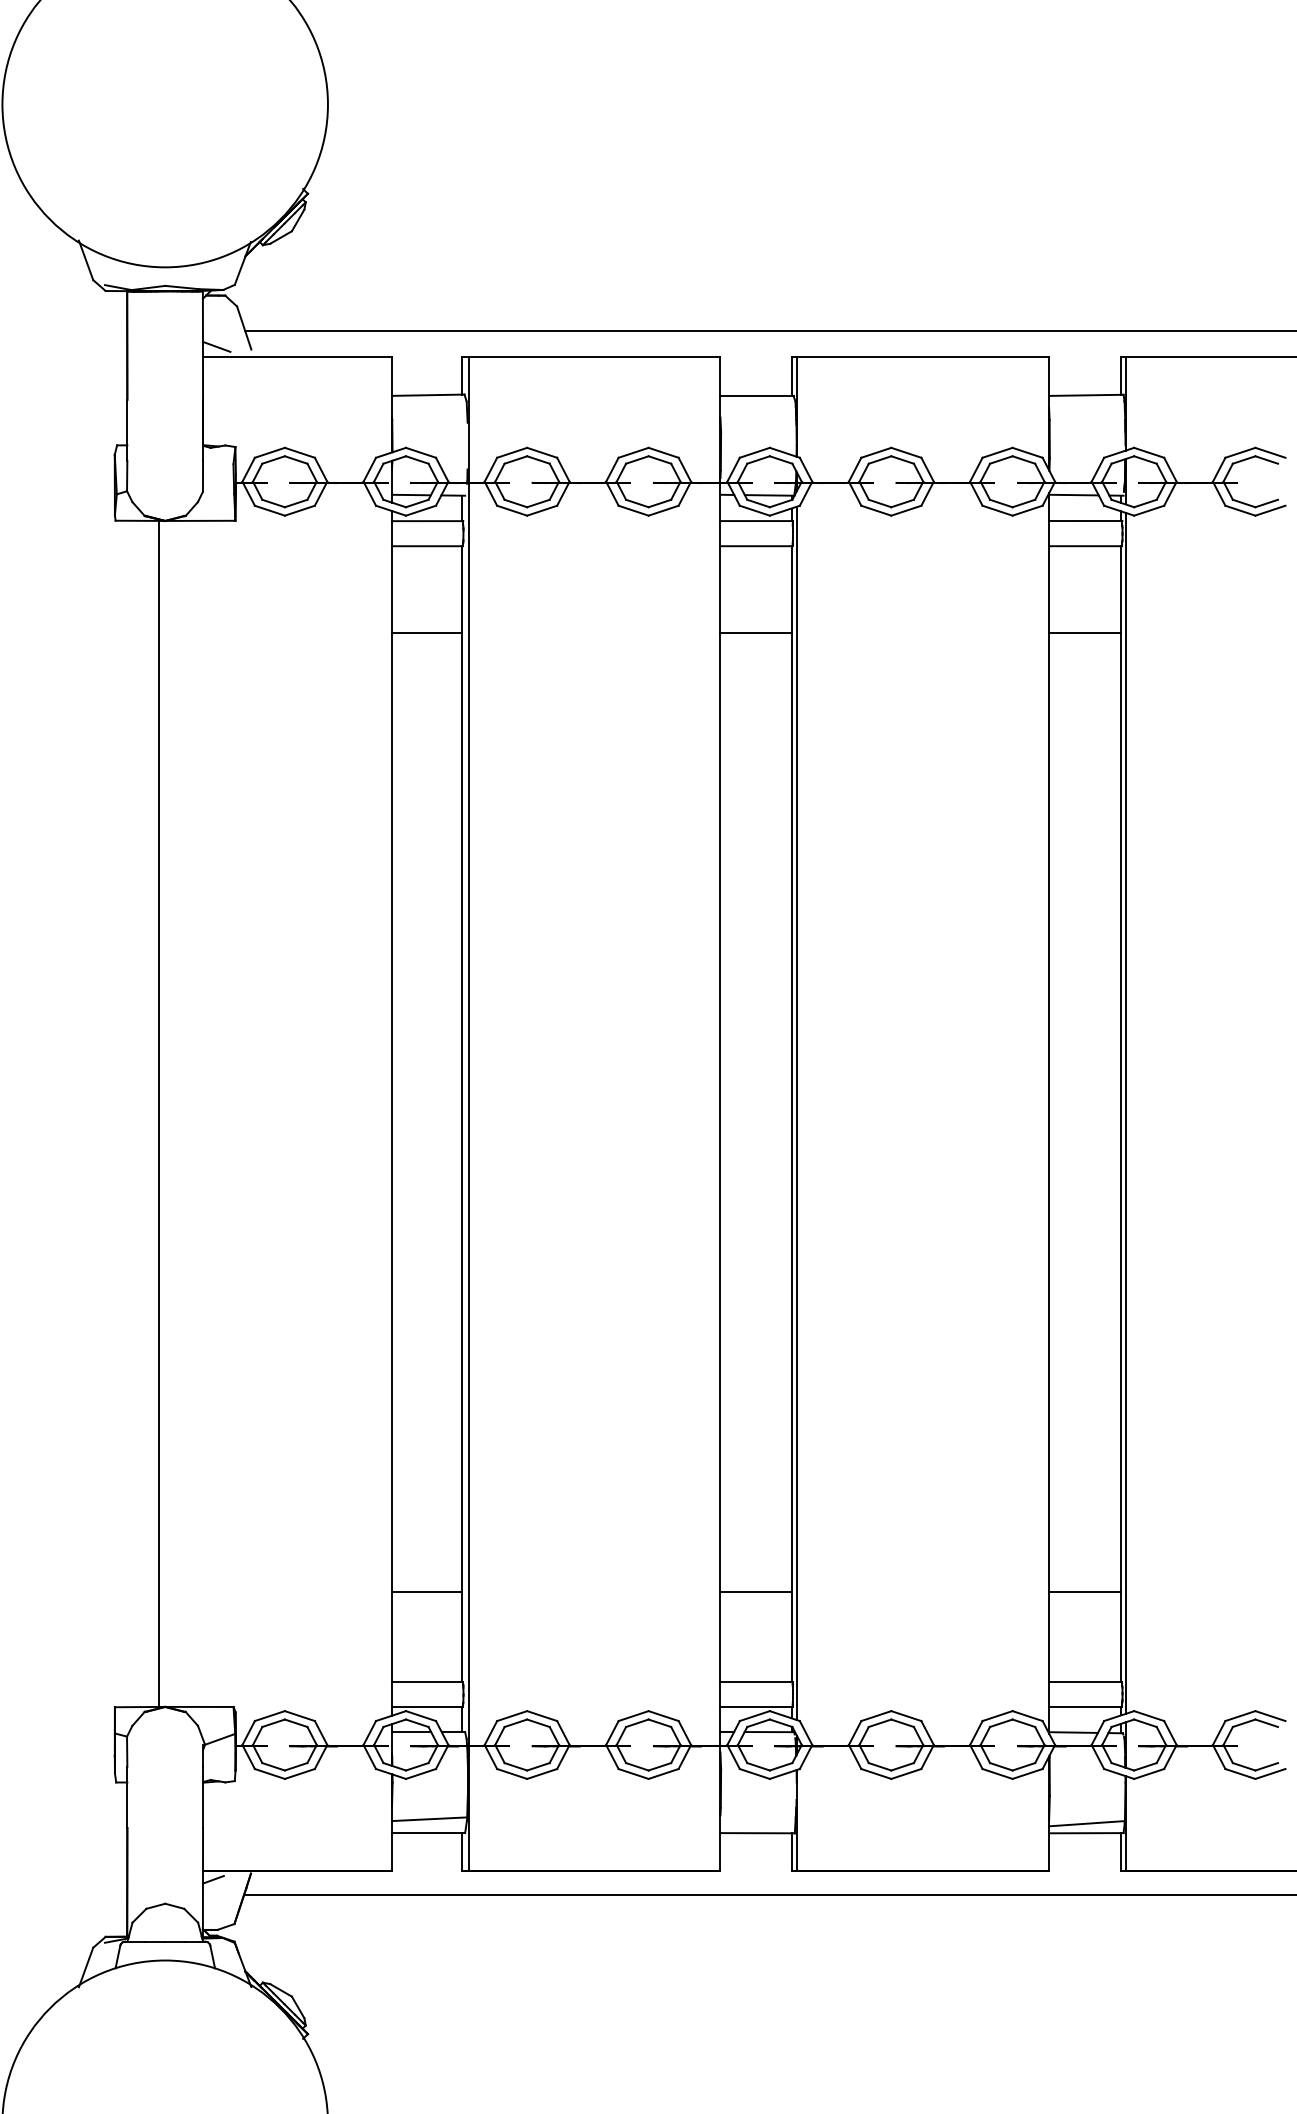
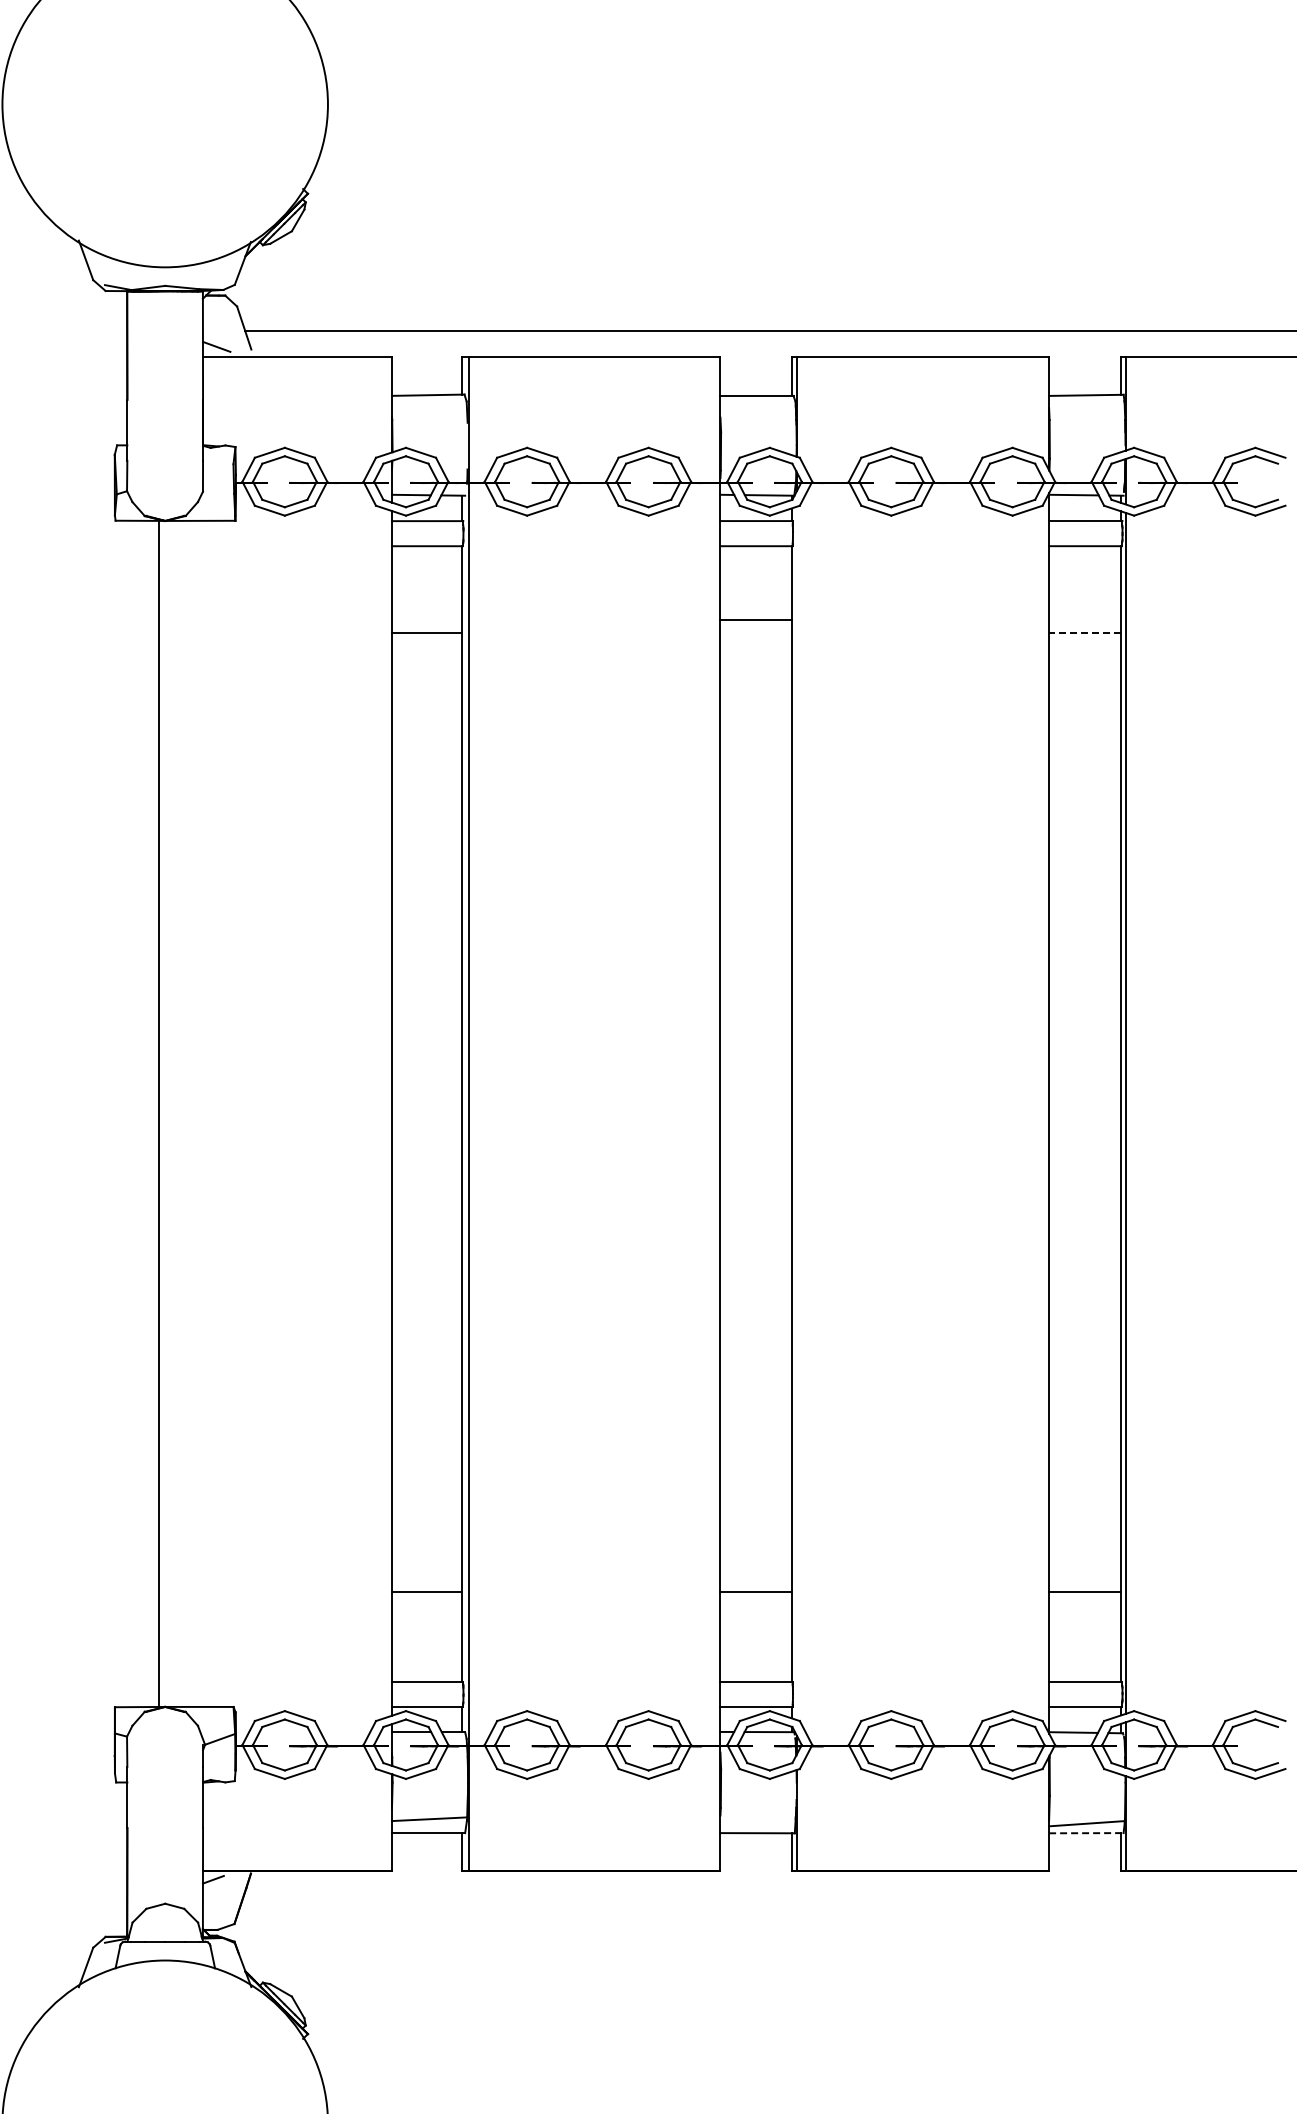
line at (755, 633) position: (755, 633) -> (755, 620)
line at (1084, 633): solid -> dashed
line at (797, 1113): present -> none
line at (1086, 1833): solid -> dashed
line at (768, 1895): present -> none
